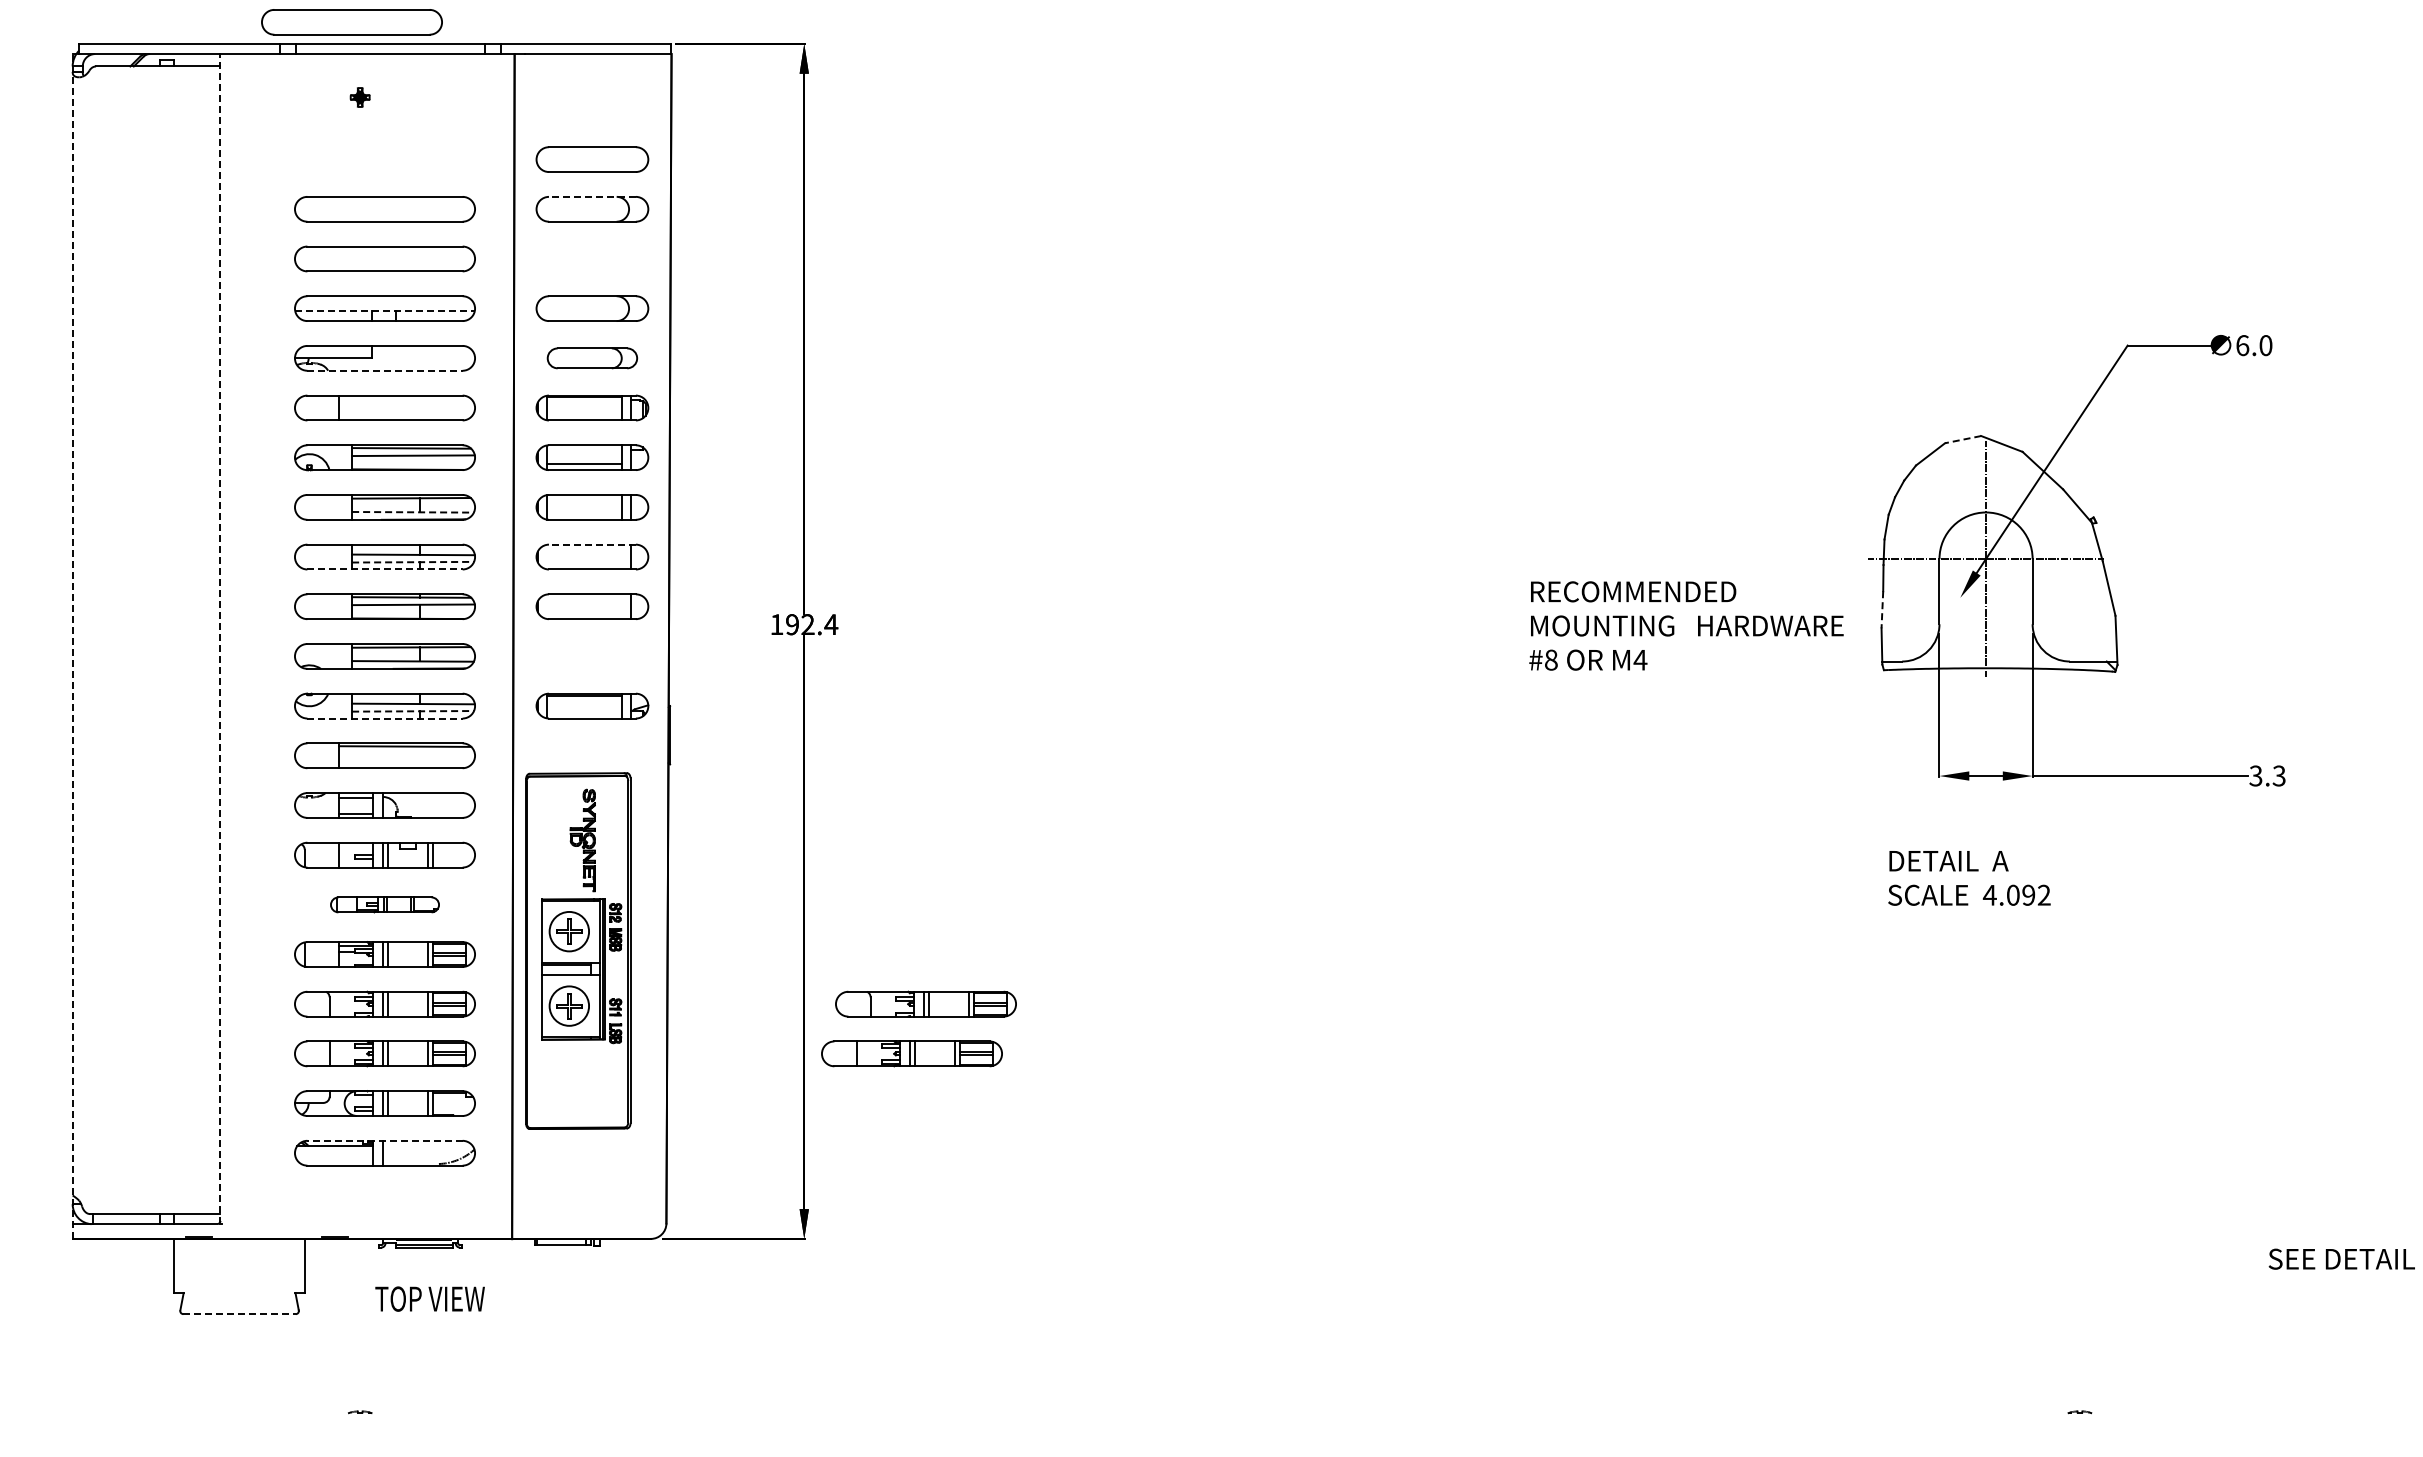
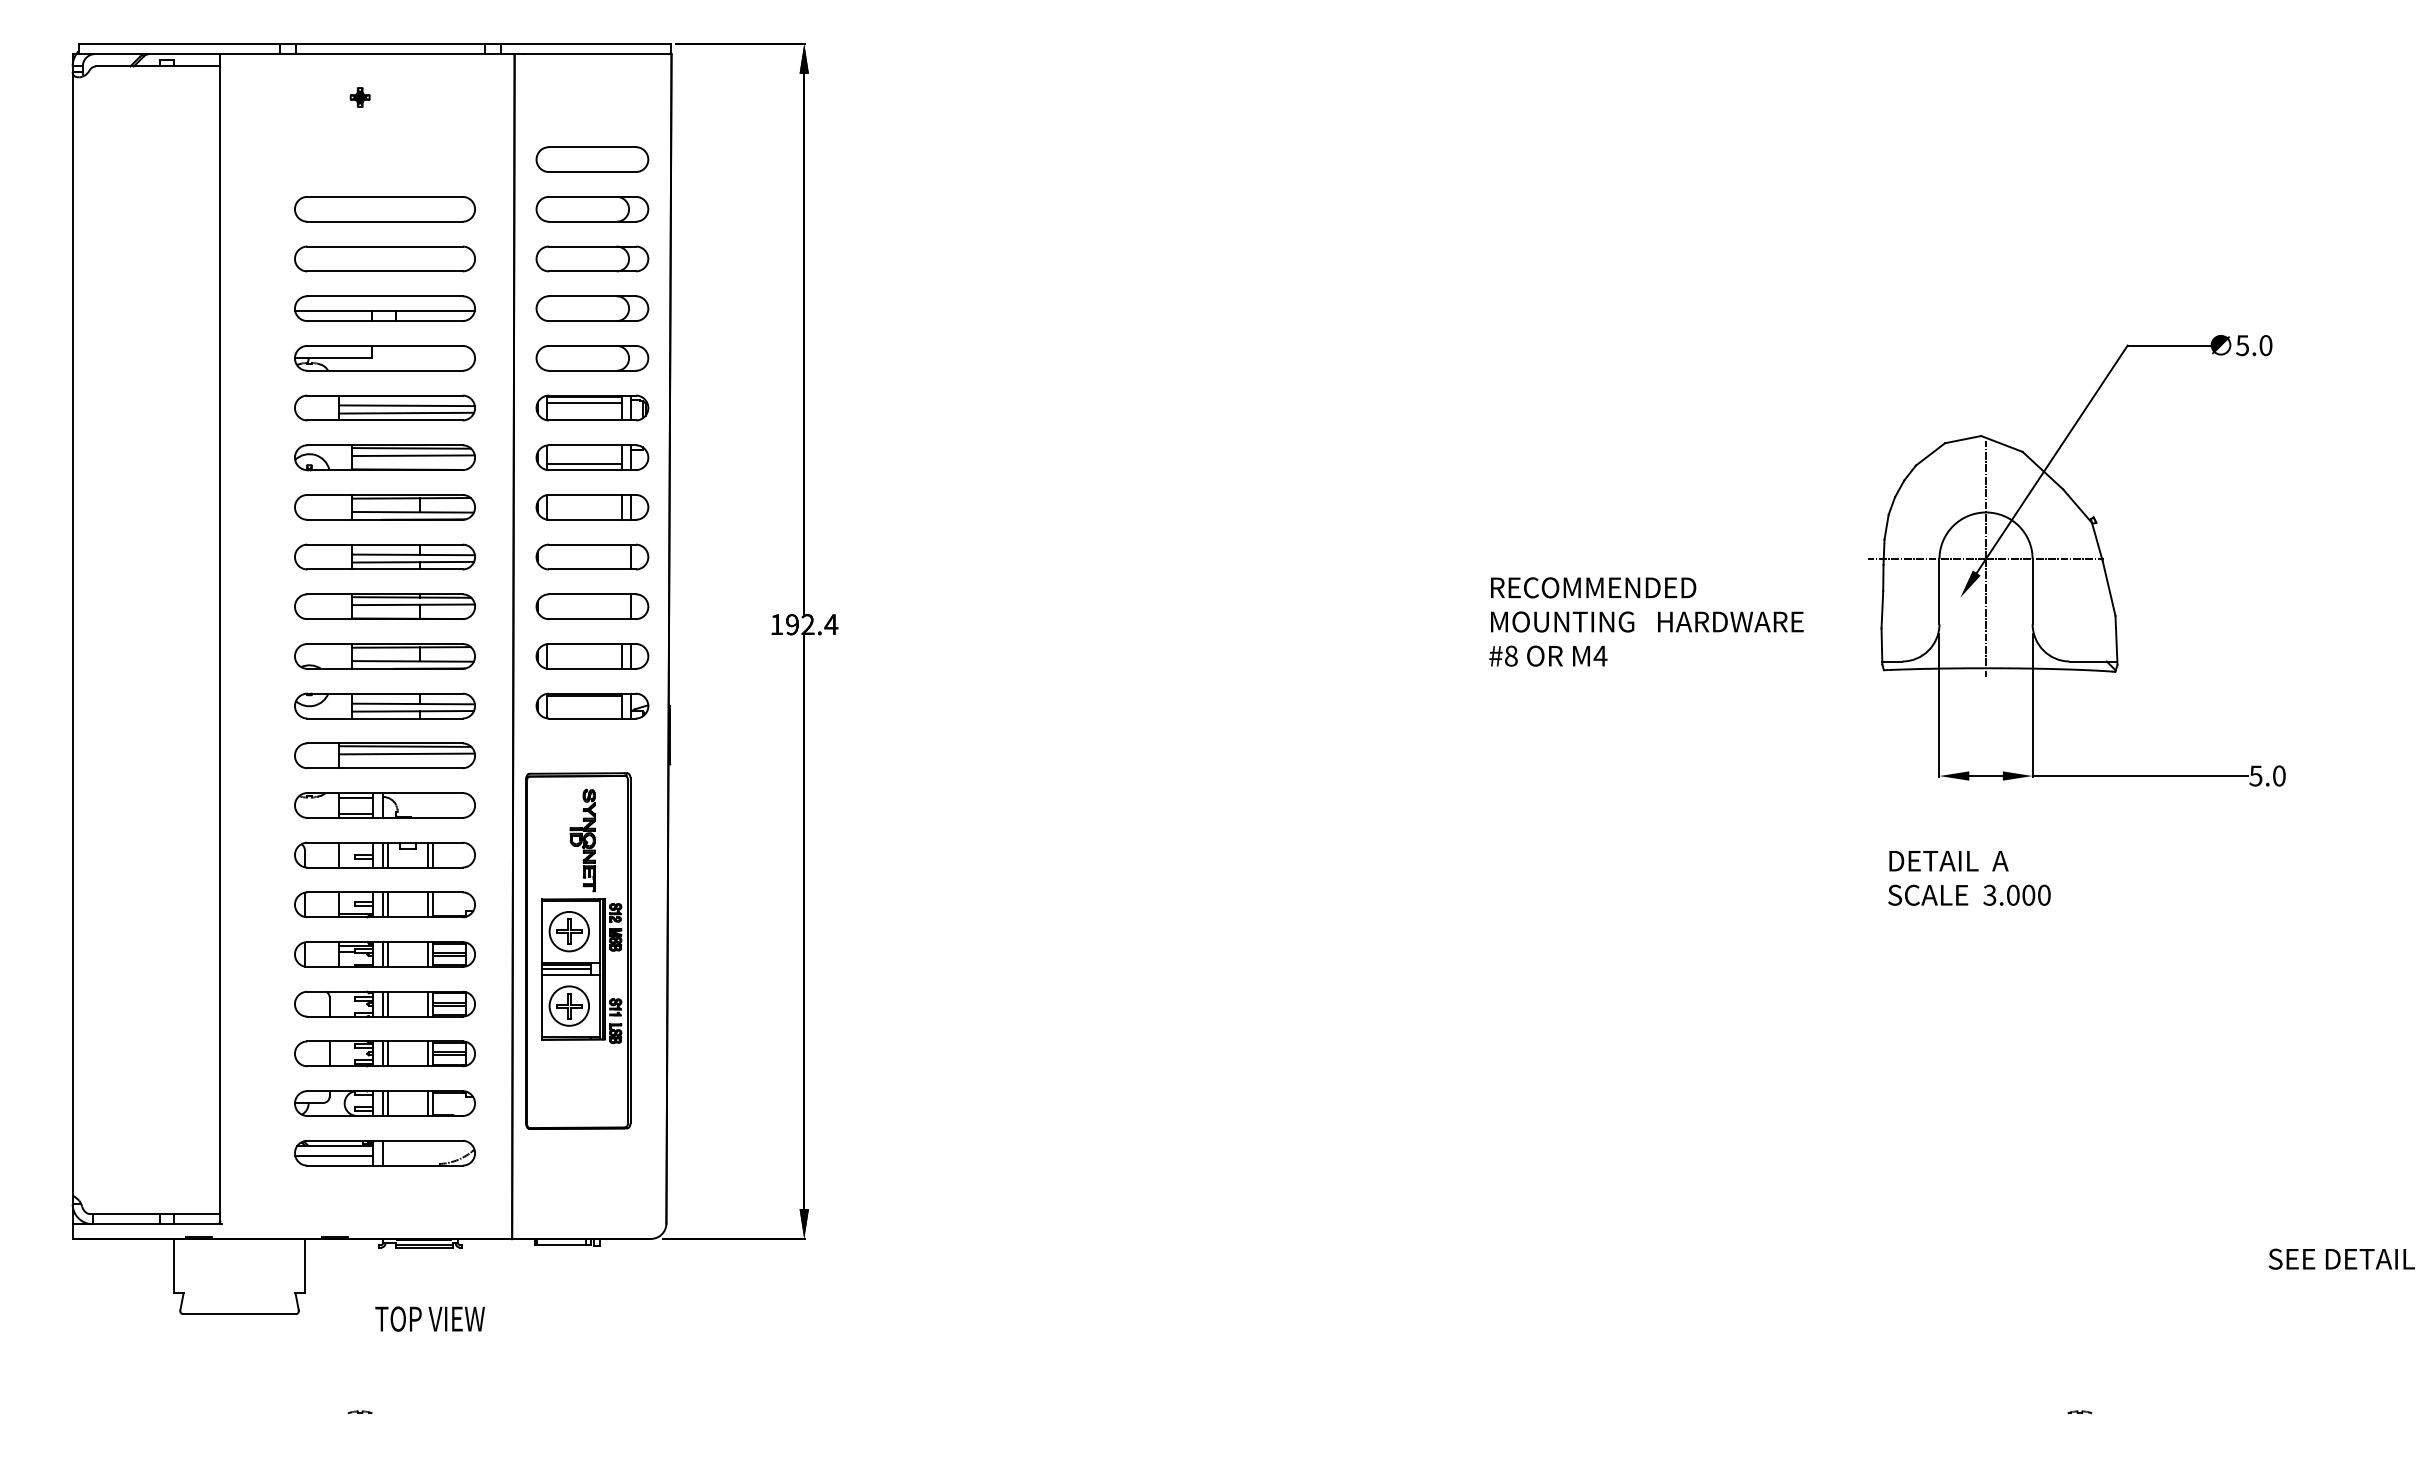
part at (351, 22): present -> none
line at (591, 196): dashed -> solid
part at (592, 258): none -> present
line at (385, 311): dashed -> solid
text at (2242, 345): 6.0 -> 5.0
part at (592, 358) size: 93x23 px -> 115x27 px
line at (385, 370): dashed -> solid
line at (583, 402): none -> present
line at (406, 405): none -> present
line at (405, 412): none -> present
line at (1962, 439): dashed -> solid
line at (412, 512): dashed -> solid
line at (591, 544): dashed -> solid
line at (413, 562): dashed -> solid
line at (385, 569): dashed -> solid
line at (1882, 609): dashed -> solid
text at (1686, 625) position: (1686, 625) -> (1646, 621)
line at (220, 639): dashed -> solid
line at (72, 646): dashed -> solid
part at (592, 656): none -> present
line at (413, 711): dashed -> solid
line at (385, 718): dashed -> solid
line at (406, 753): none -> present
text at (2267, 775): 3.3 -> 5.0
text at (2016, 894): 4.092 -> 3.000
part at (384, 904) size: 110x18 px -> 182x28 px
line at (566, 968): none -> present
part at (925, 1003): present -> none
part at (911, 1053): present -> none
line at (385, 1140): dashed -> solid
line at (334, 1155): none -> present
text at (429, 1298) position: (429, 1298) -> (429, 1318)
line at (240, 1314): dashed -> solid
